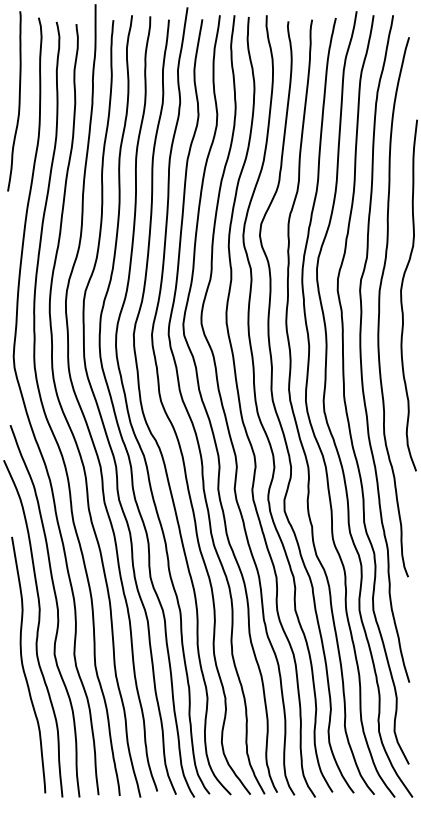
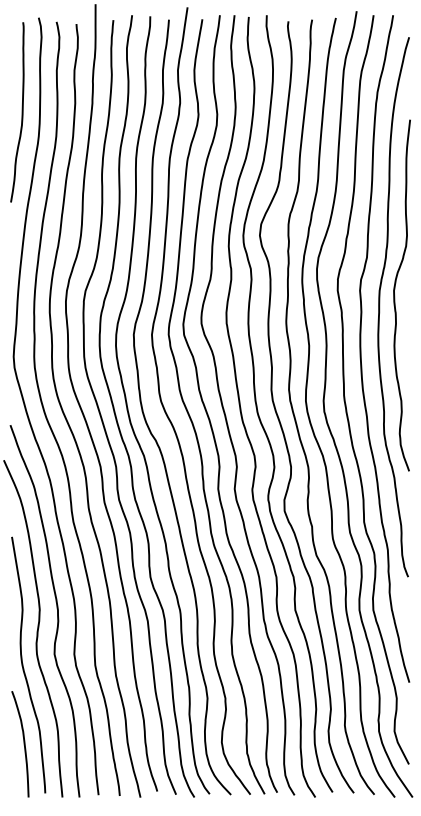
curve at (18, 101) position: (18, 101) -> (21, 112)
curve at (402, 295) position: (402, 295) -> (395, 295)
curve at (23, 744): none -> present
